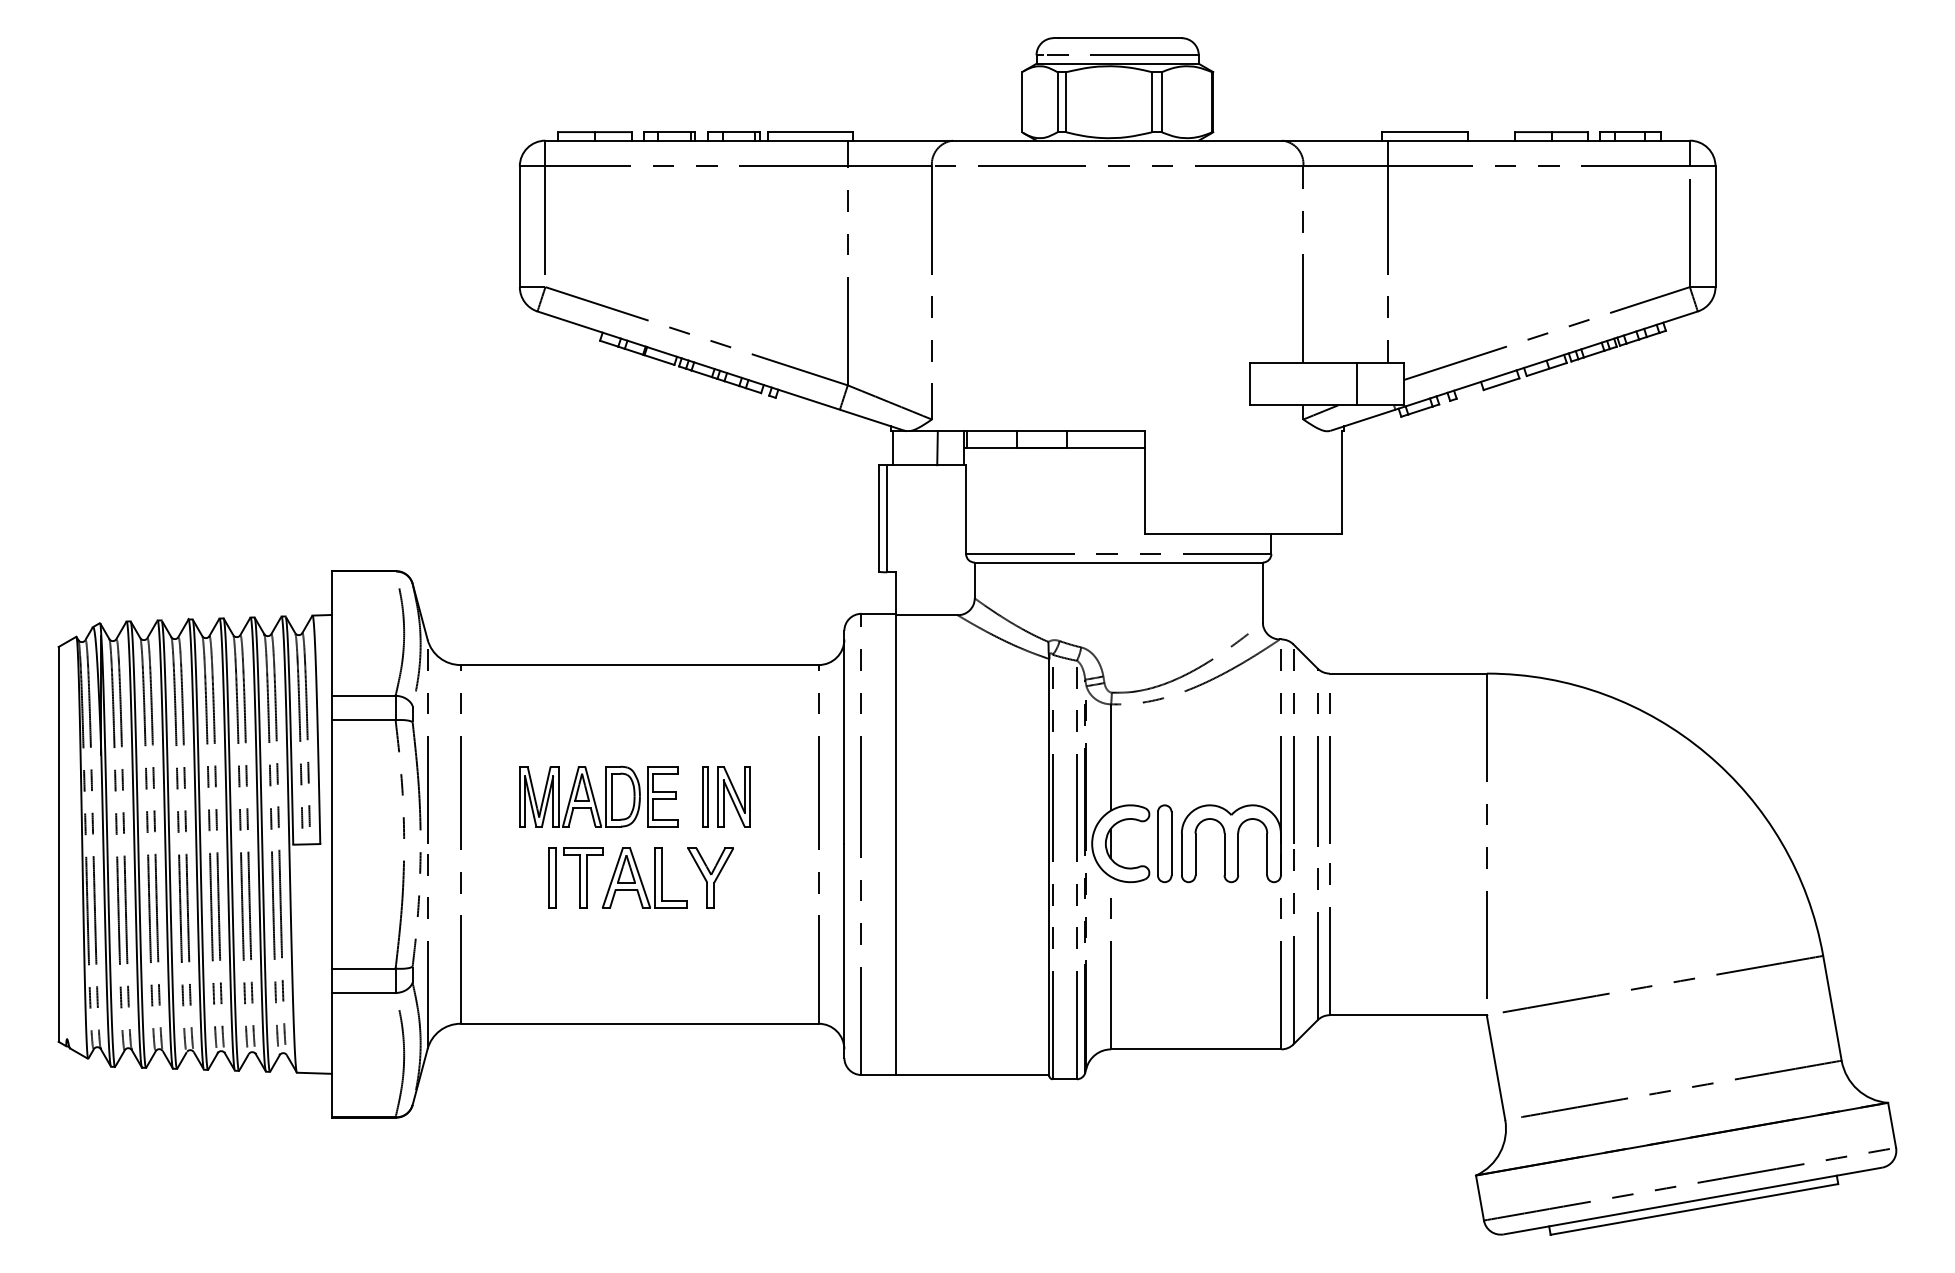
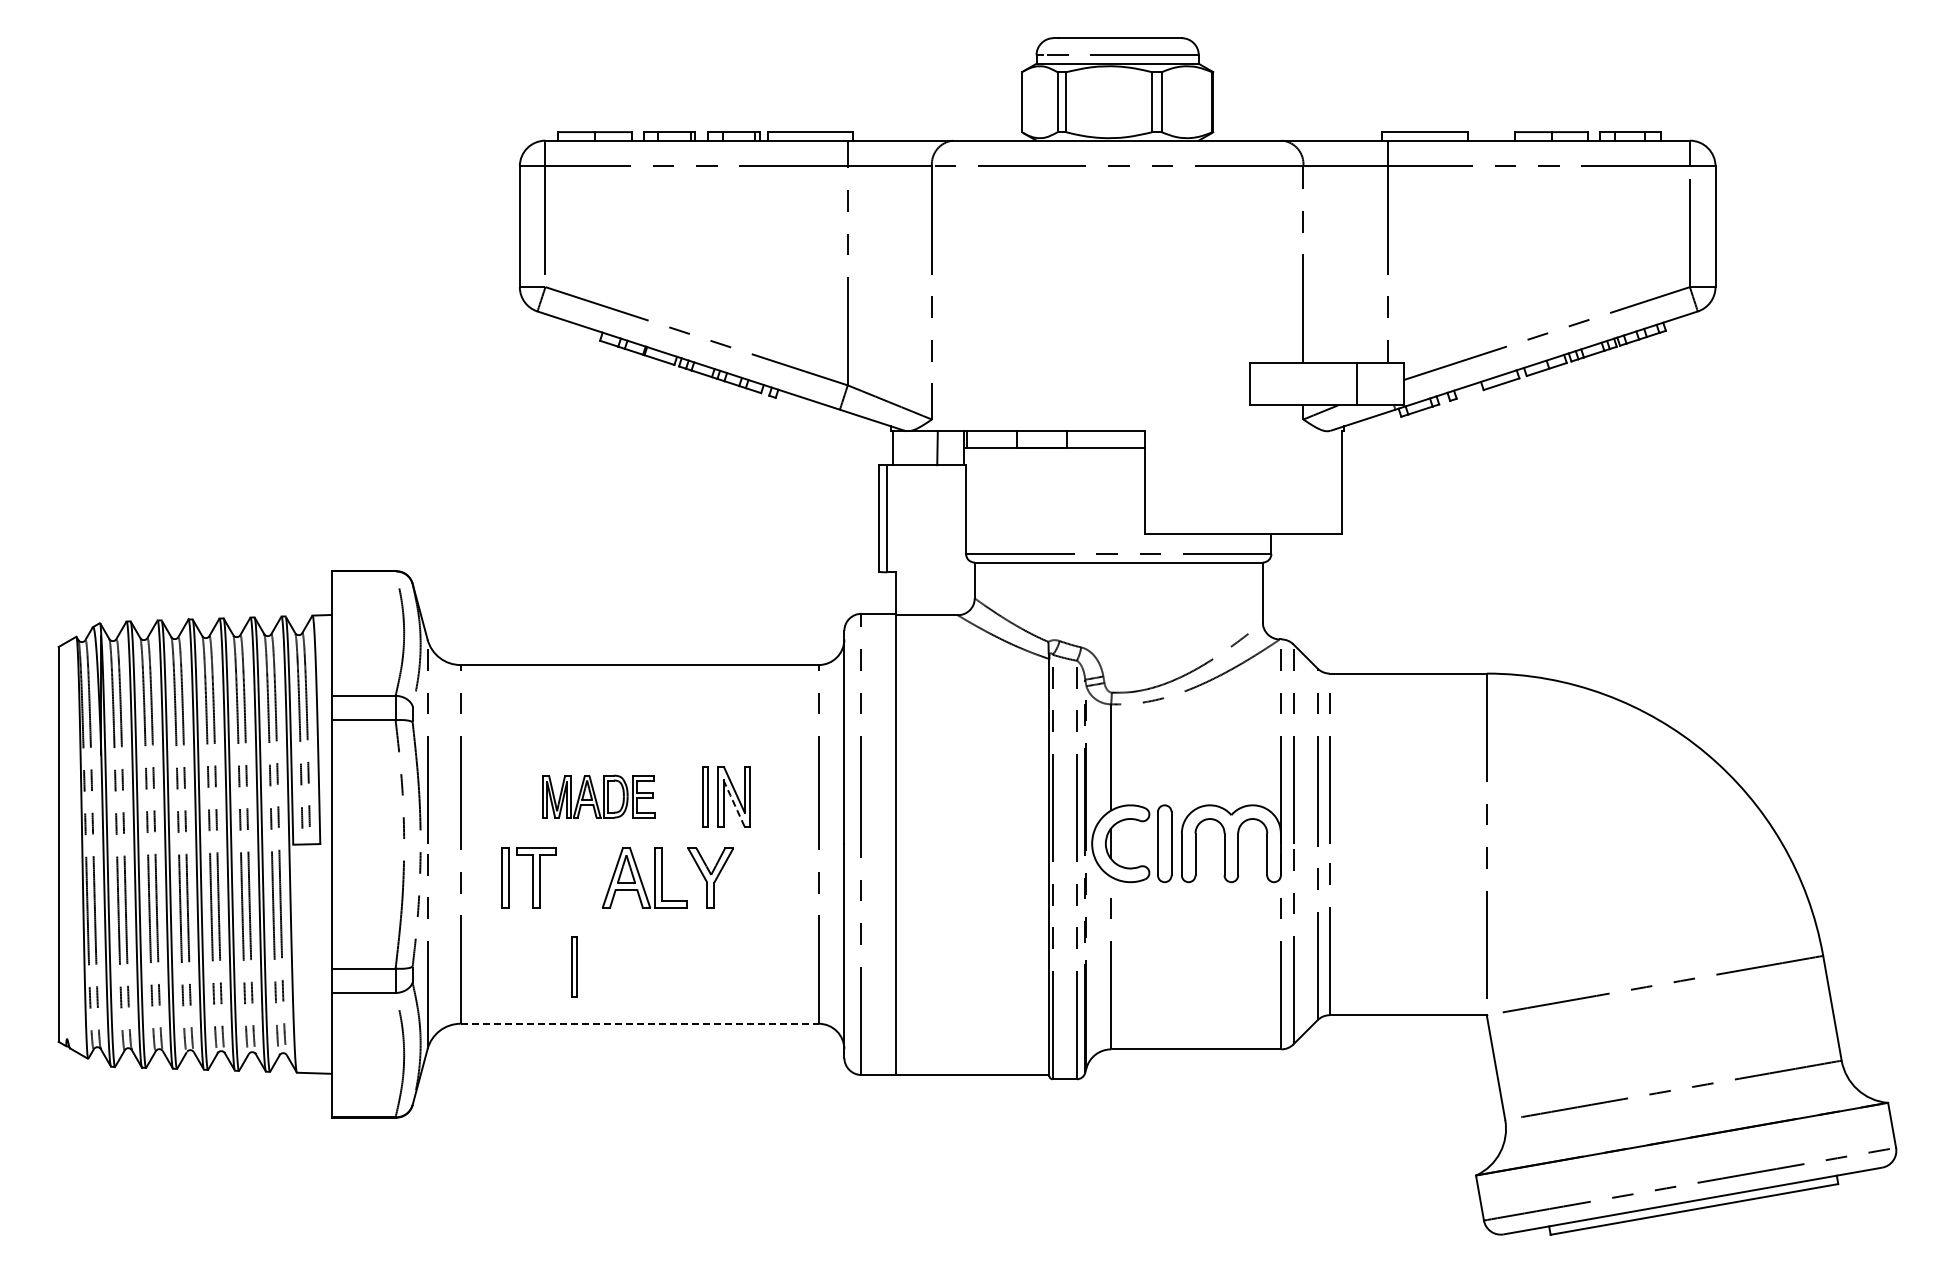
part at (598, 796) size: 160x63 px -> 114x45 px
line at (733, 803): solid -> dashed
part at (575, 877) position: (575, 877) -> (528, 877)
part at (574, 966): none -> present
line at (640, 1023): solid -> dashed
